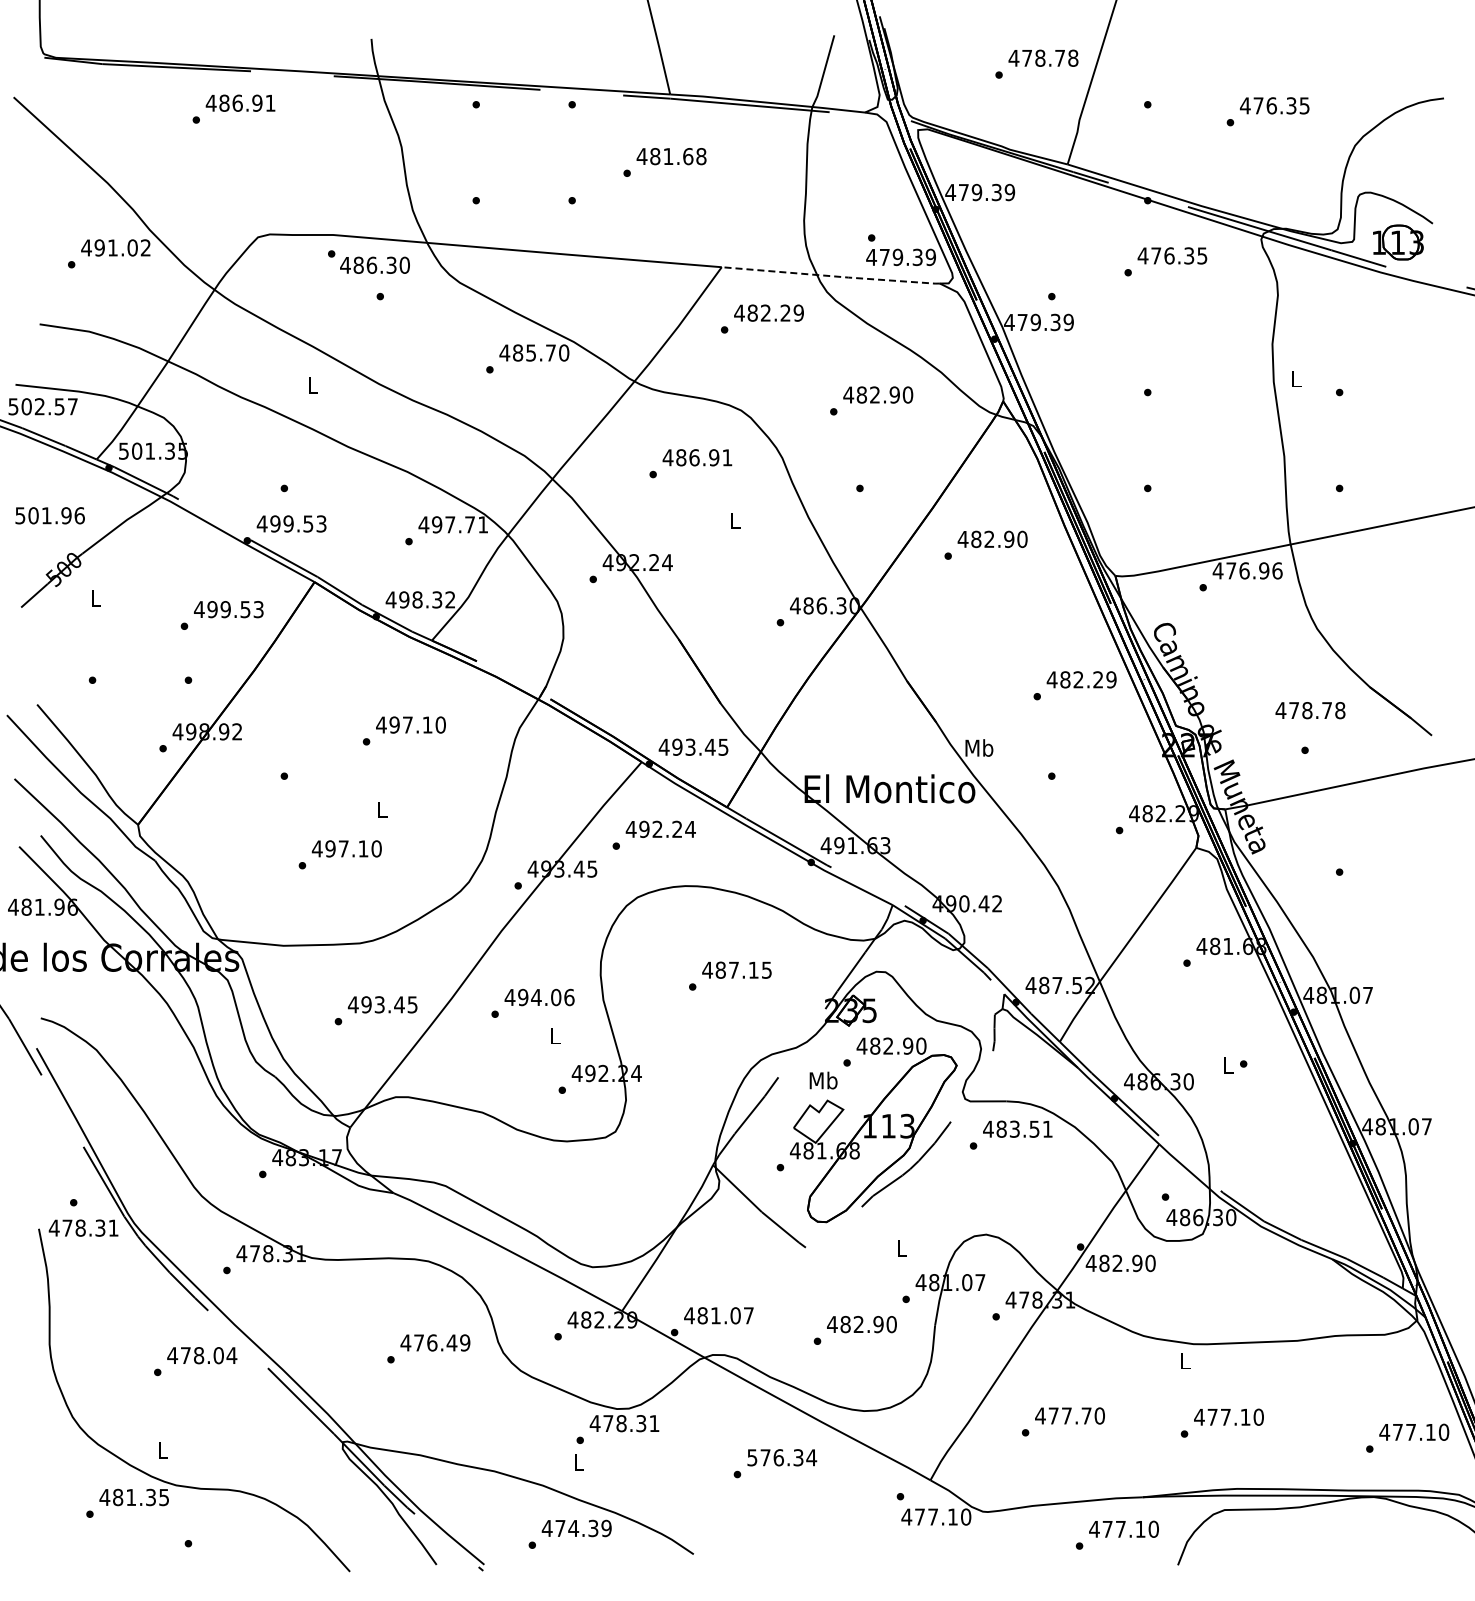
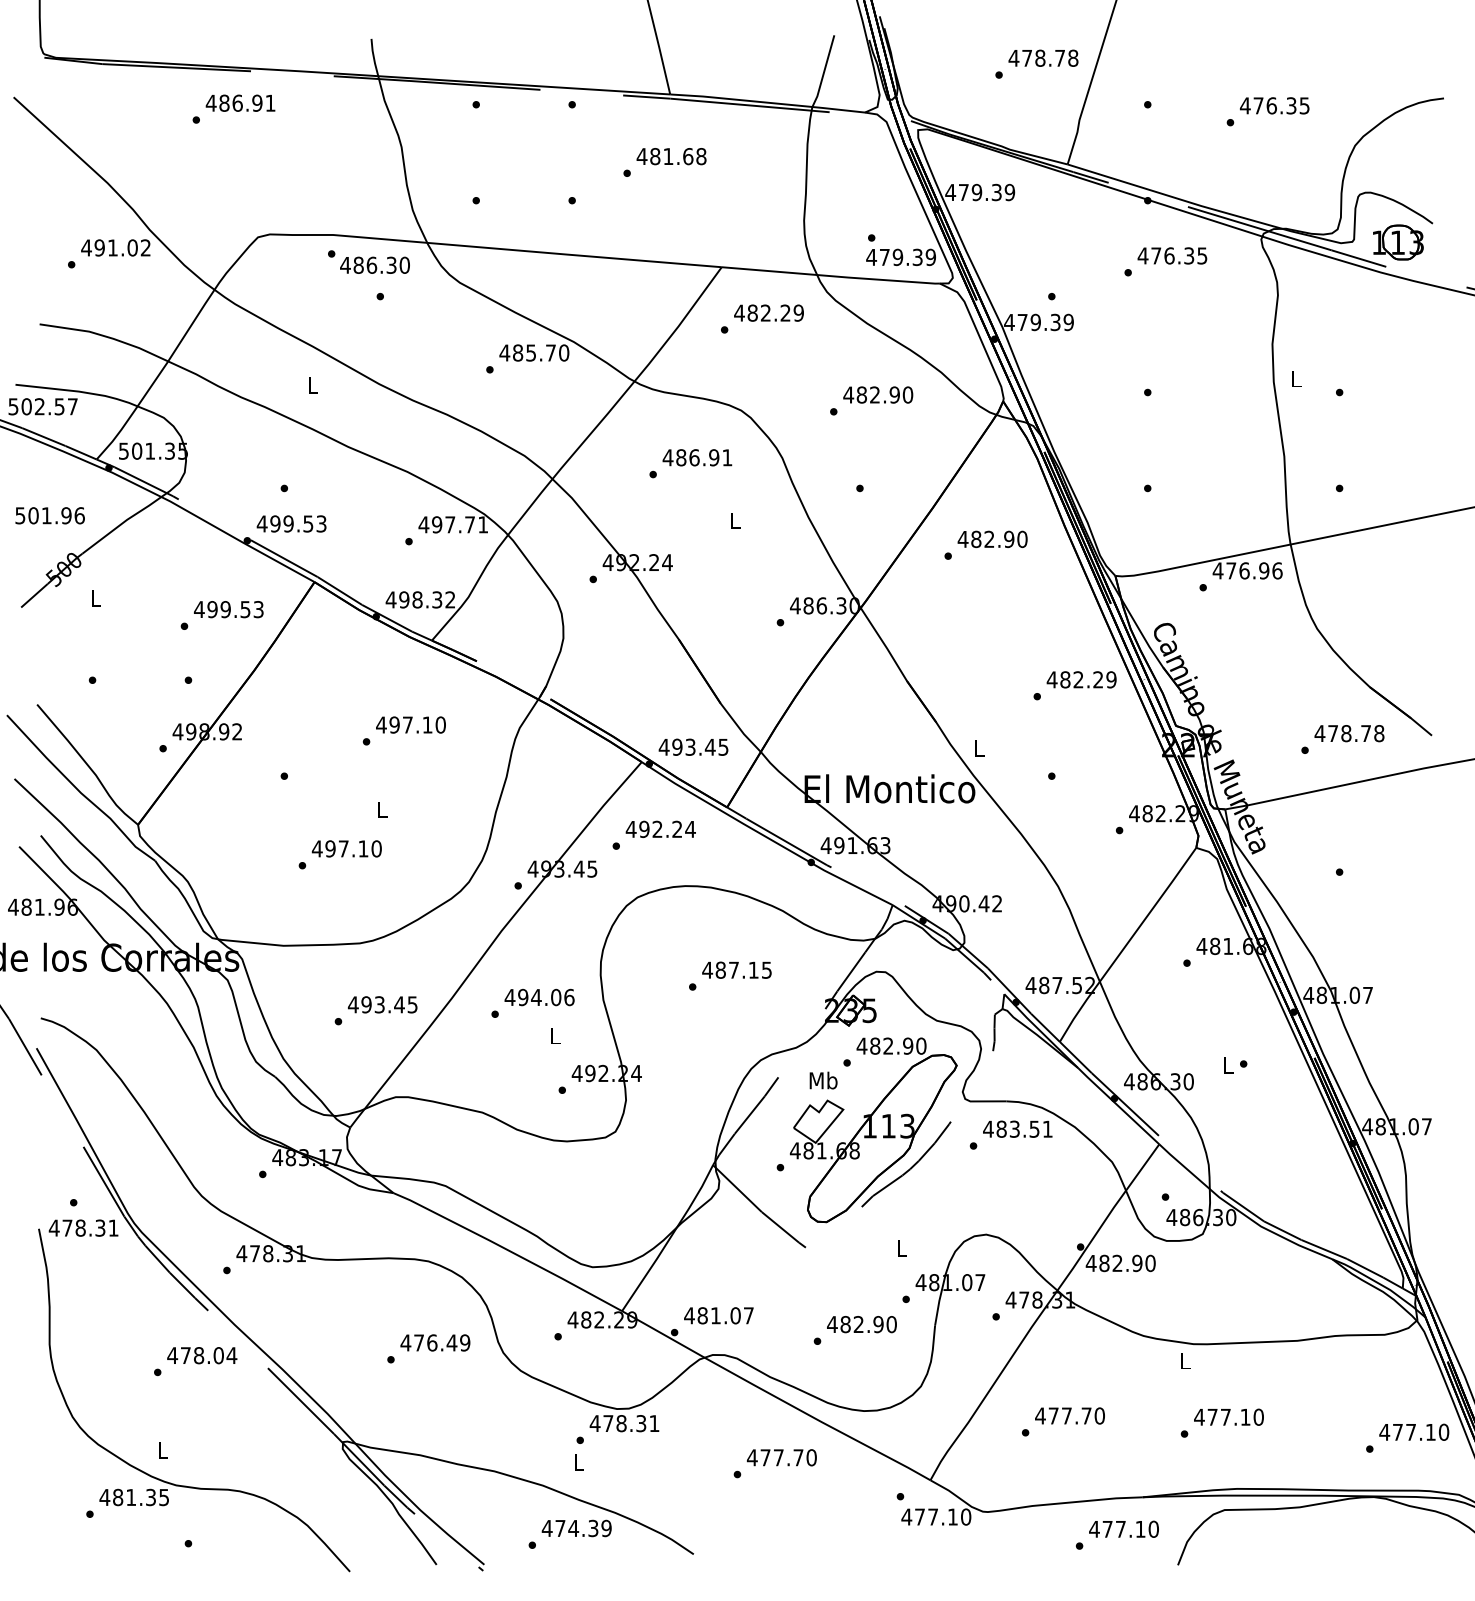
line at (831, 276): dashed -> solid
text at (1310, 710) position: (1310, 710) -> (1349, 733)
text at (979, 747): Mb -> L
text at (781, 1457): 576.34 -> 477.70
